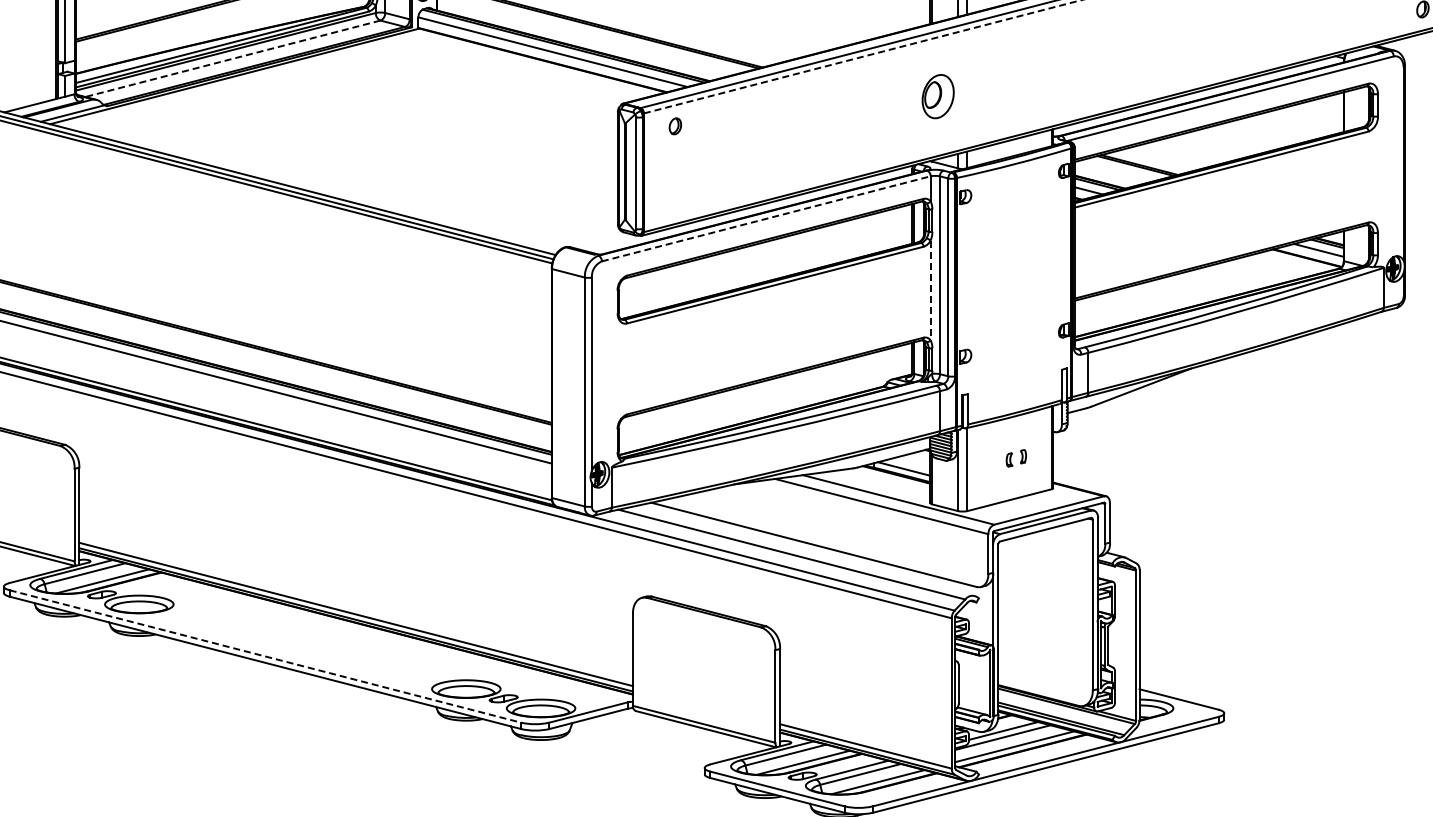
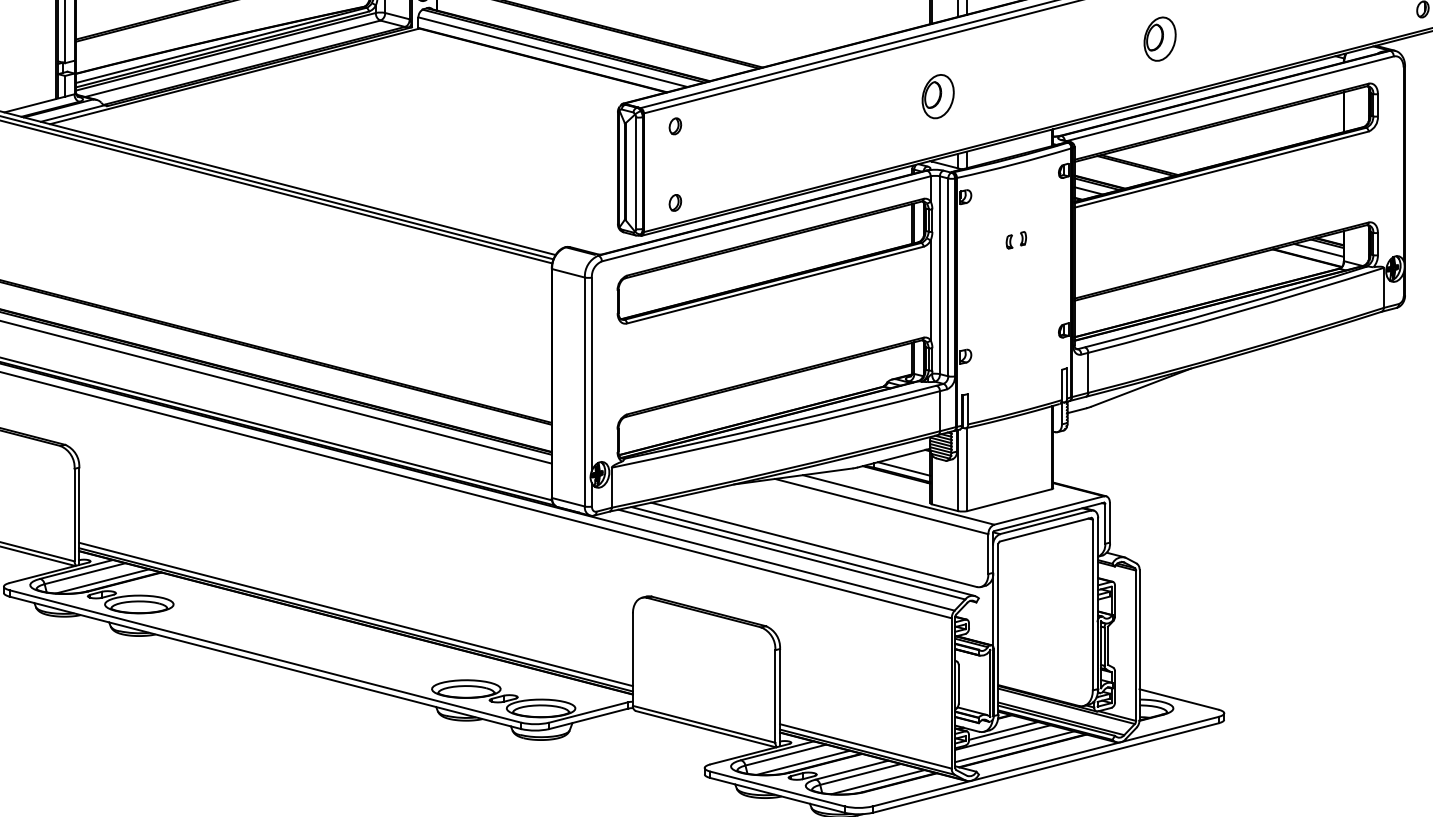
part at (1159, 38): none -> present
line at (863, 56): dashed -> solid
line at (232, 58): dashed -> solid
part at (675, 202): none -> present
line at (766, 218): dashed -> solid
line at (930, 290): dashed -> solid
part at (1015, 458) position: (1015, 458) -> (1015, 240)
line at (802, 551): none -> present
line at (265, 656): dashed -> solid
